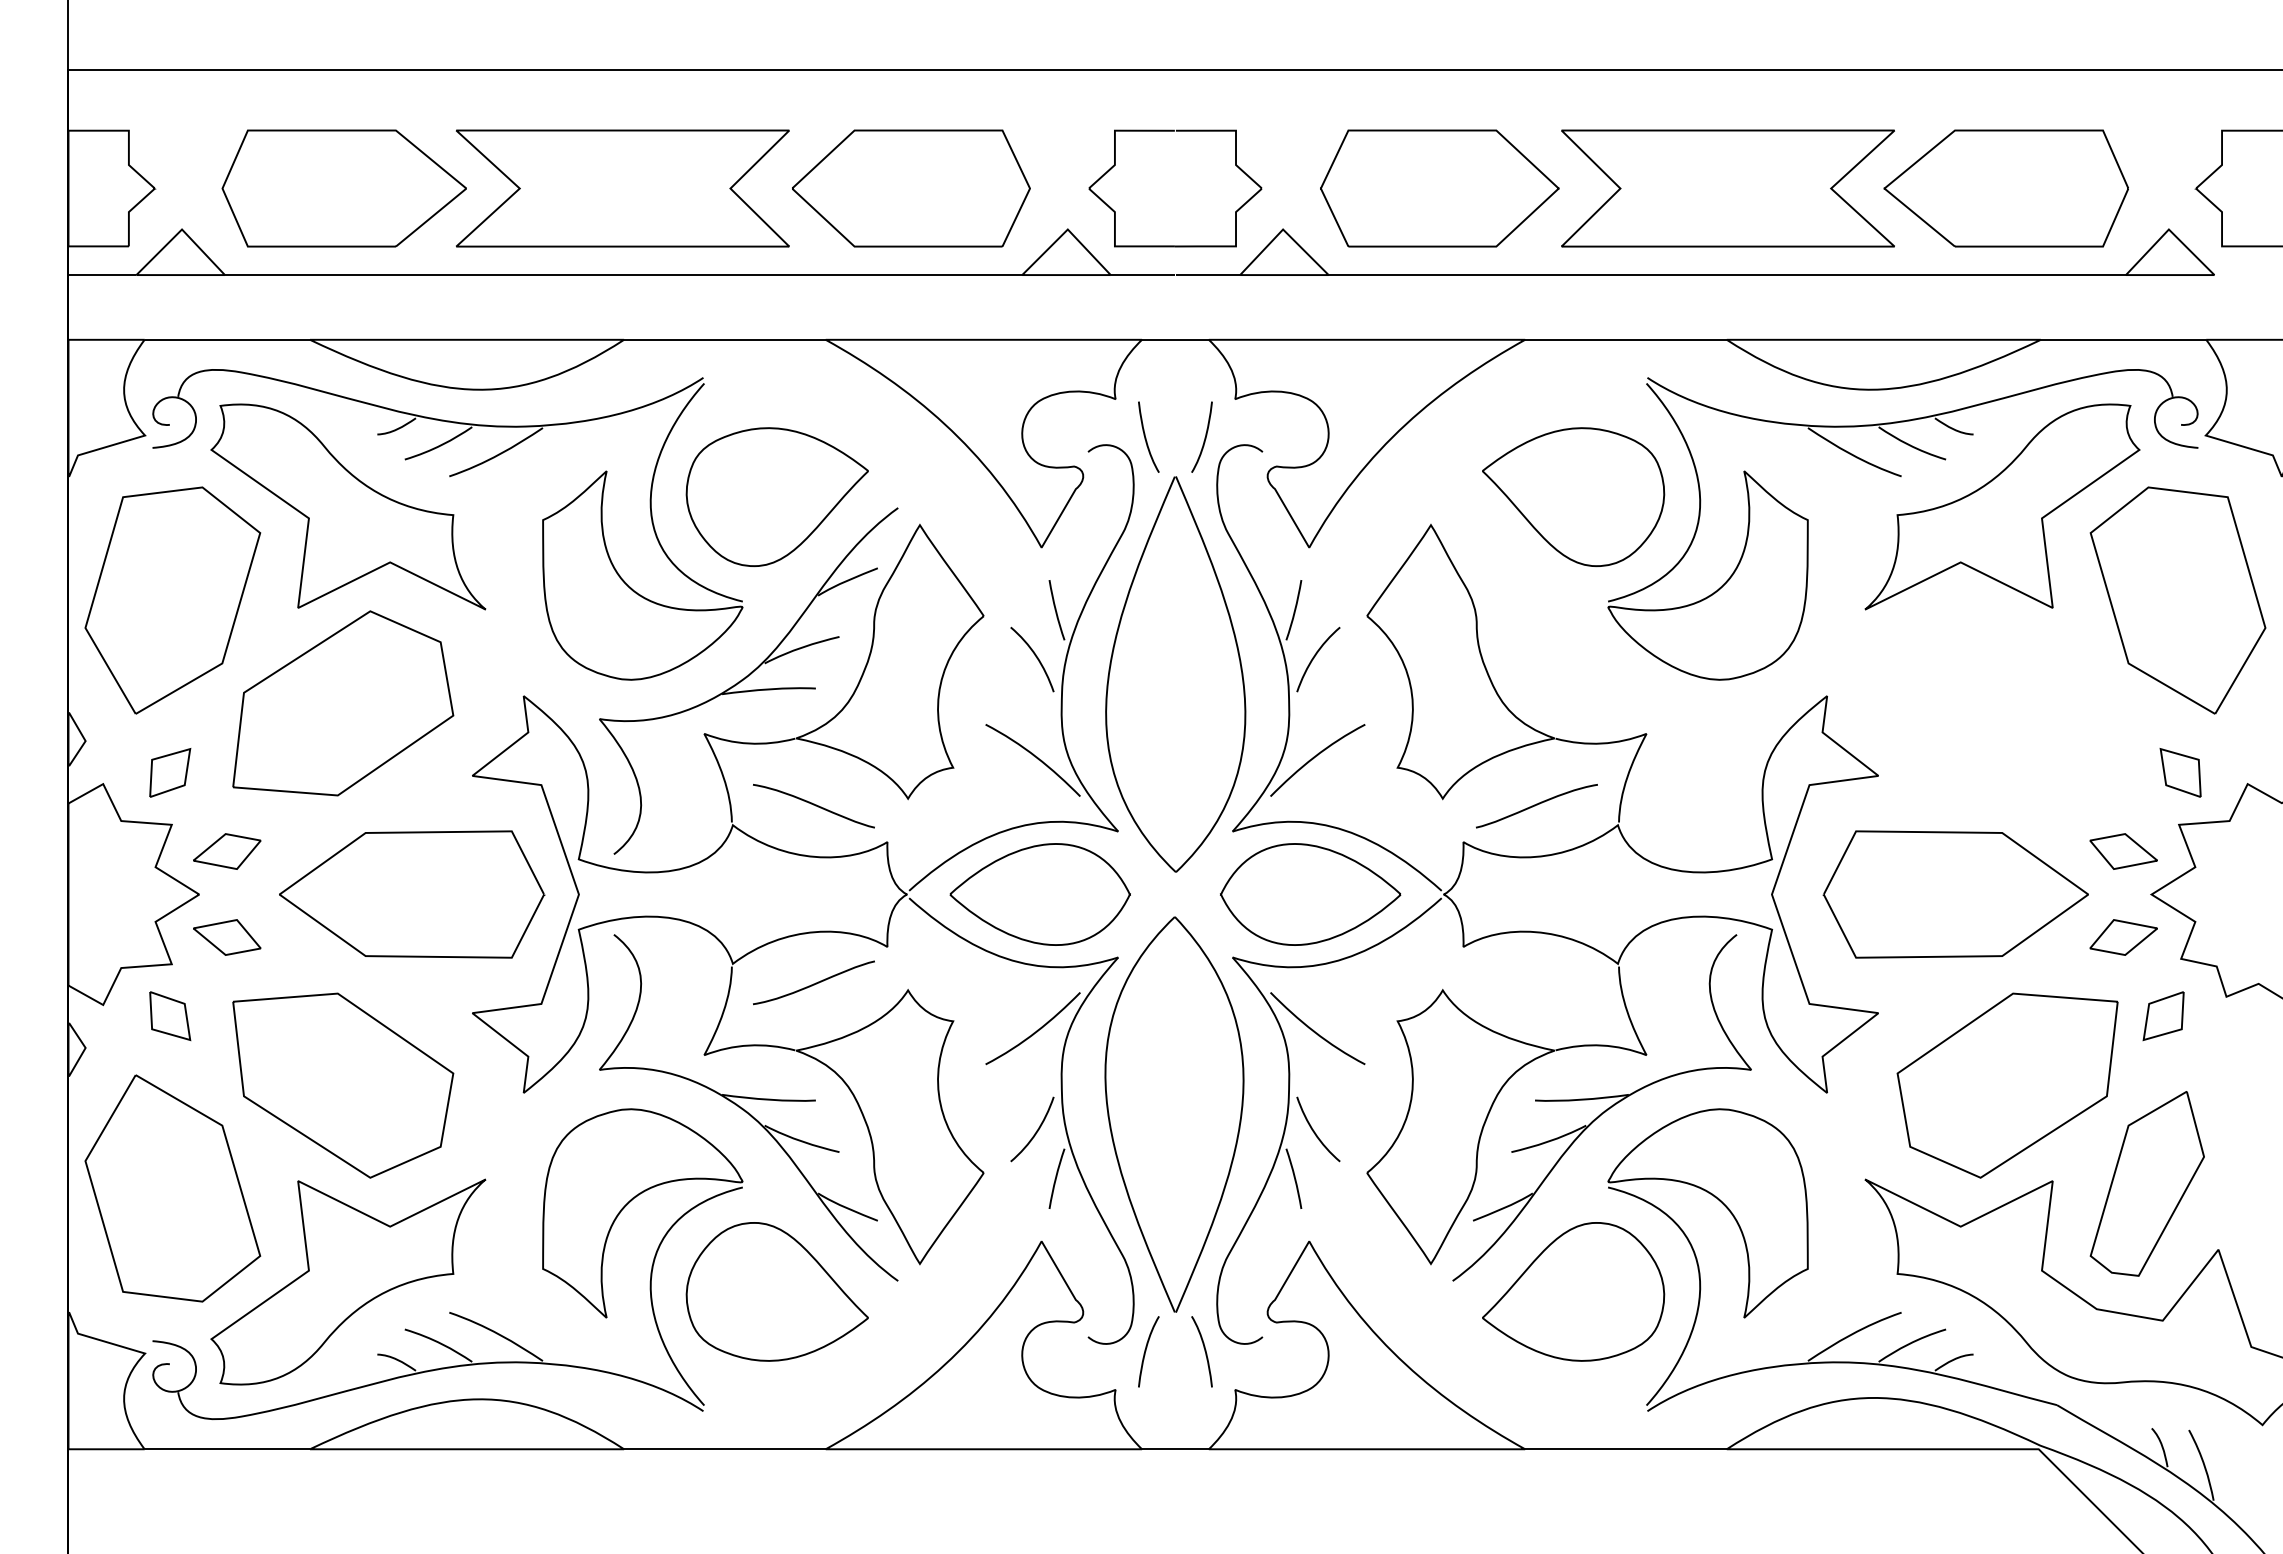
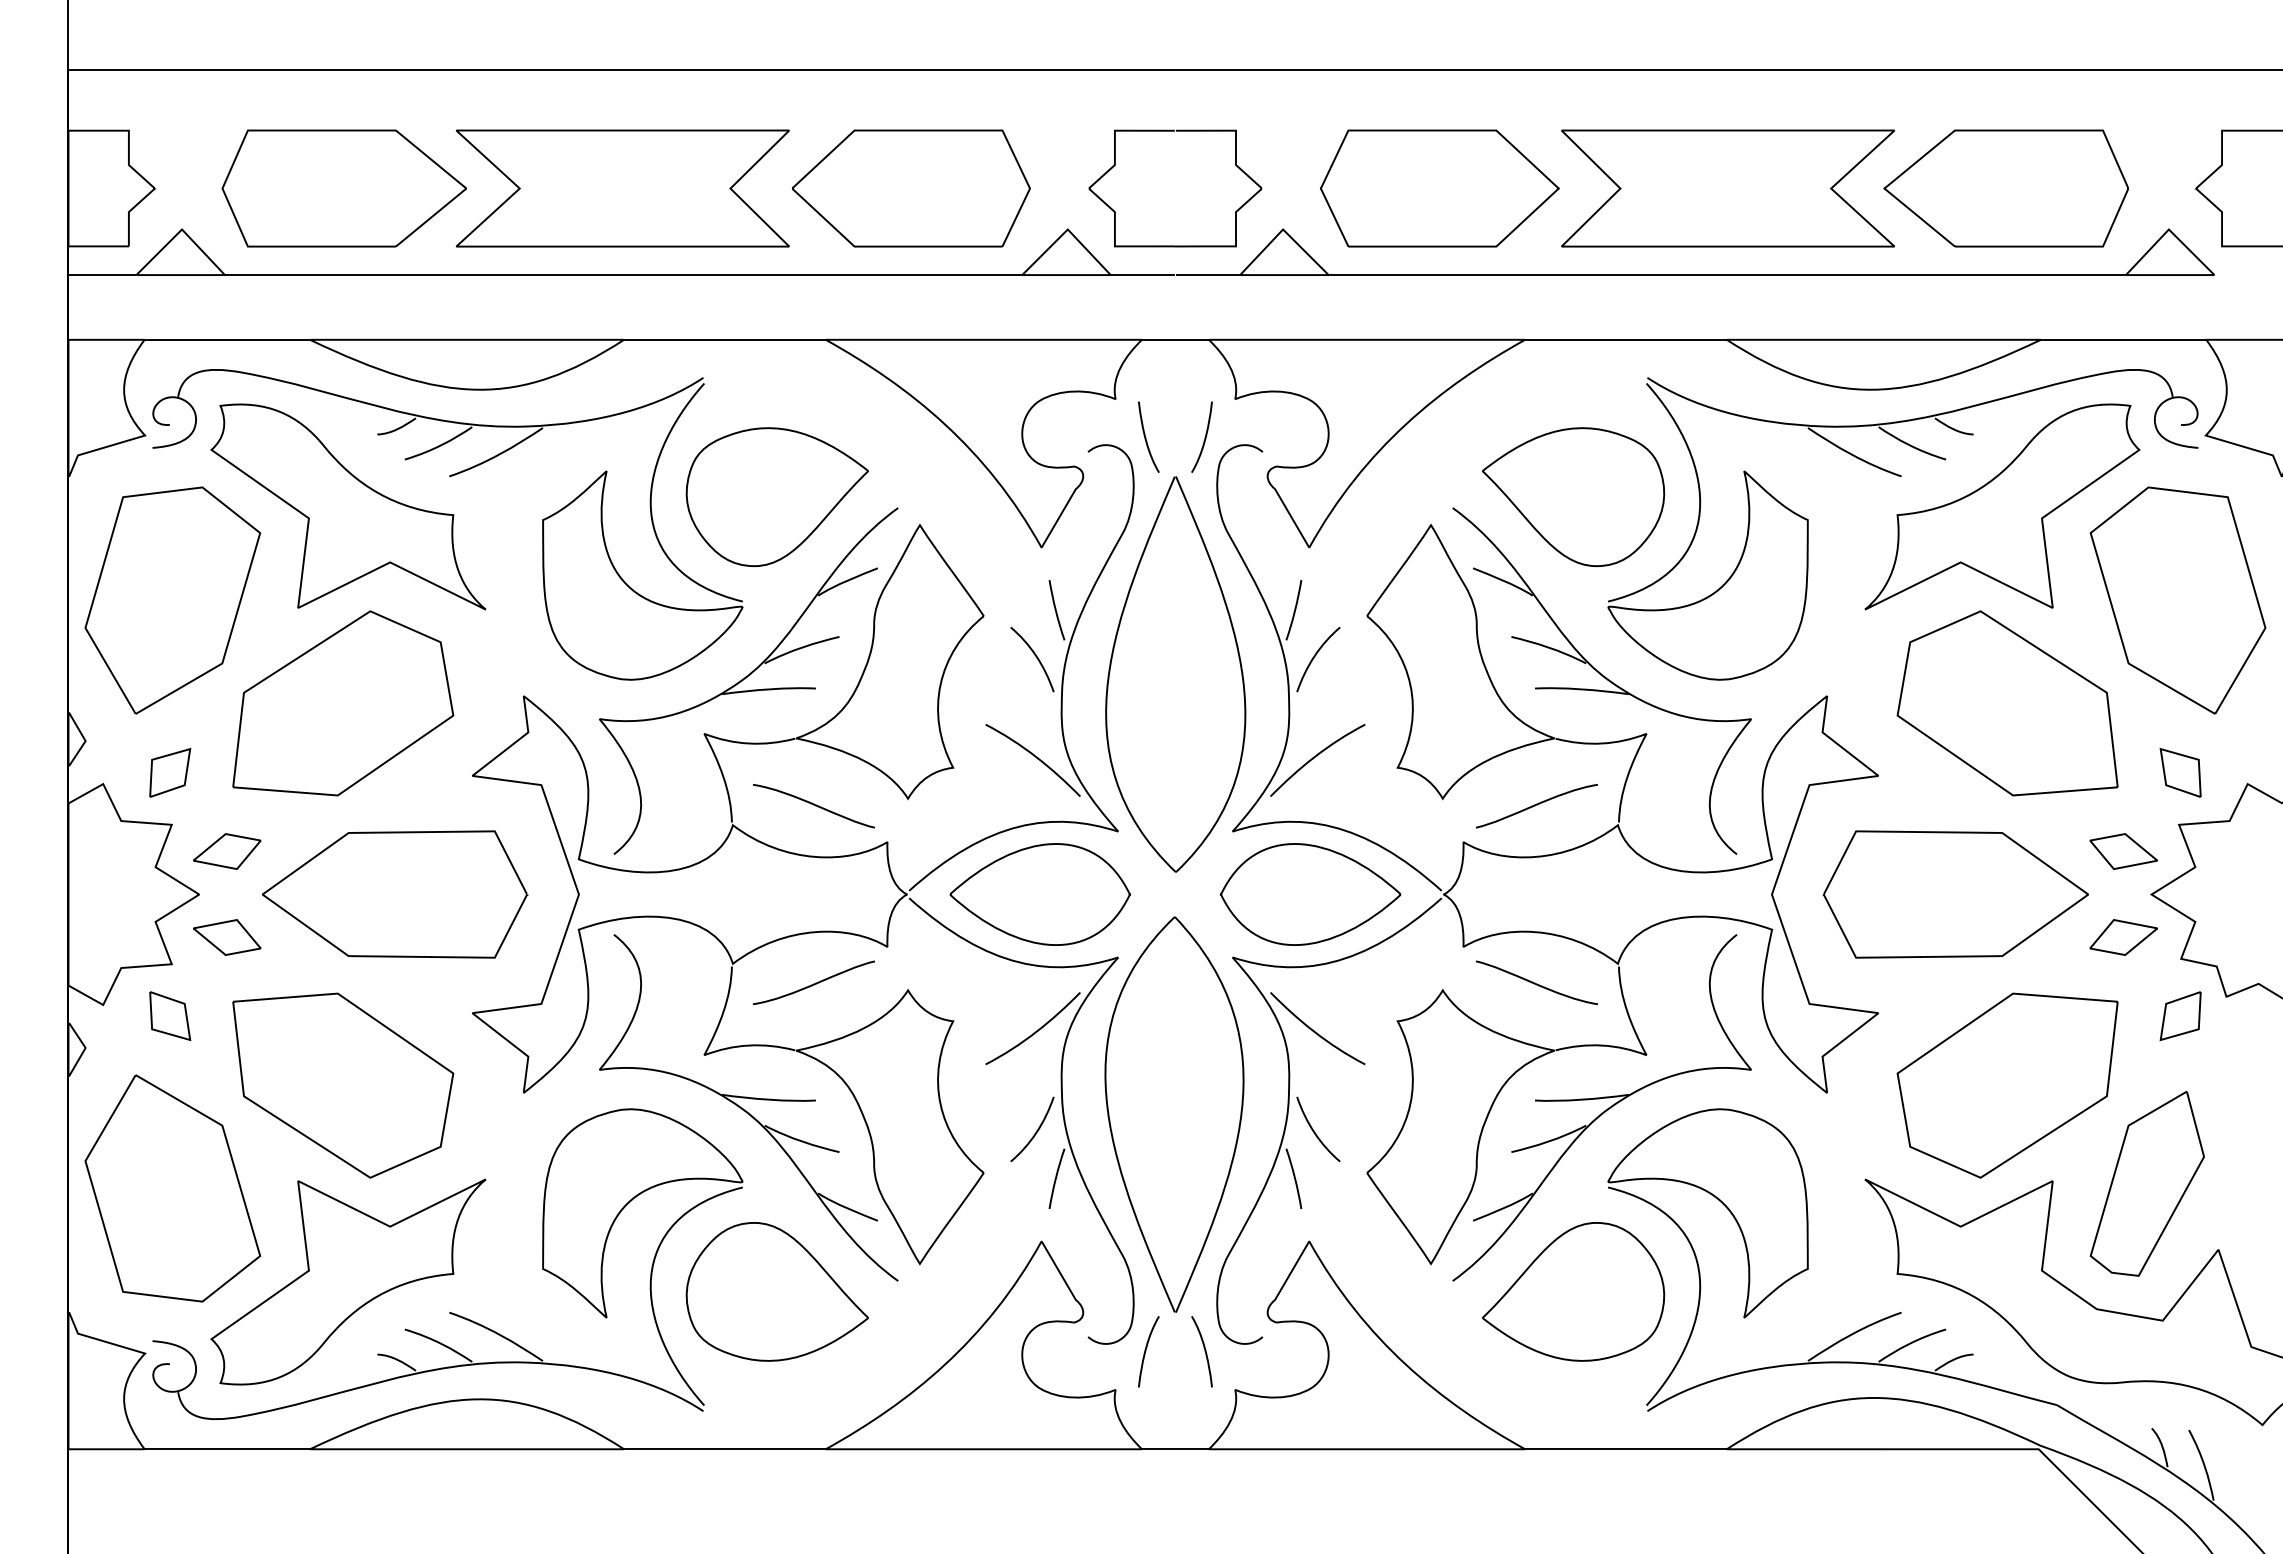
part at (1601, 680): none -> present
part at (2007, 703): none -> present
part at (412, 894) position: (412, 894) -> (395, 894)
curve at (1535, 982): none -> present
part at (2163, 1016) position: (2163, 1016) -> (2180, 1016)
